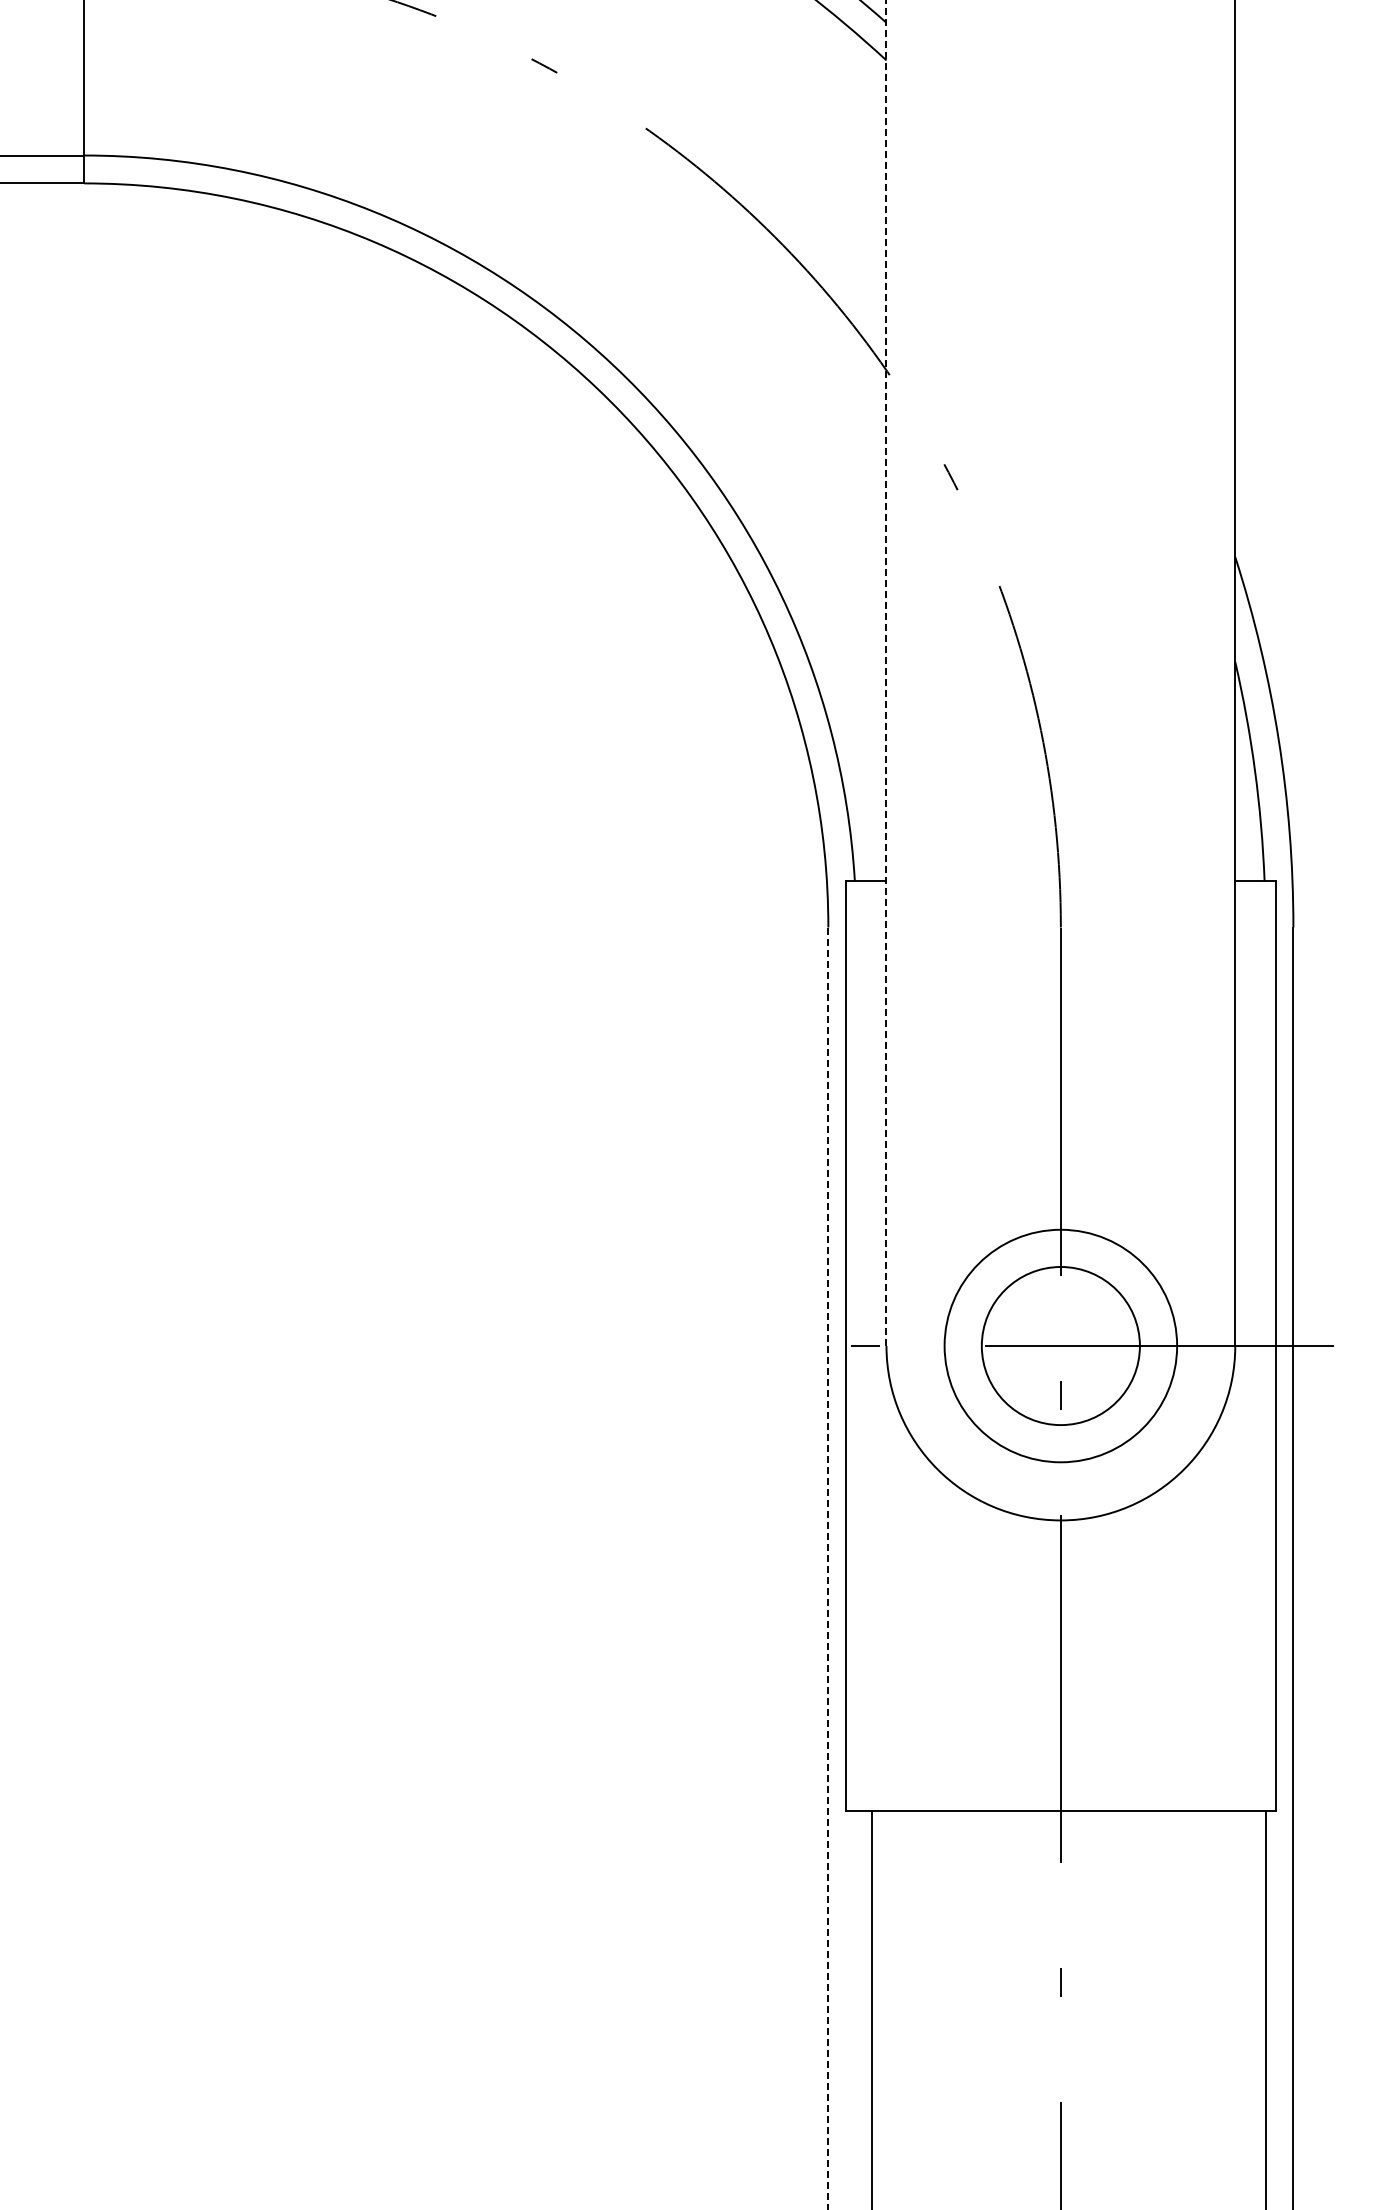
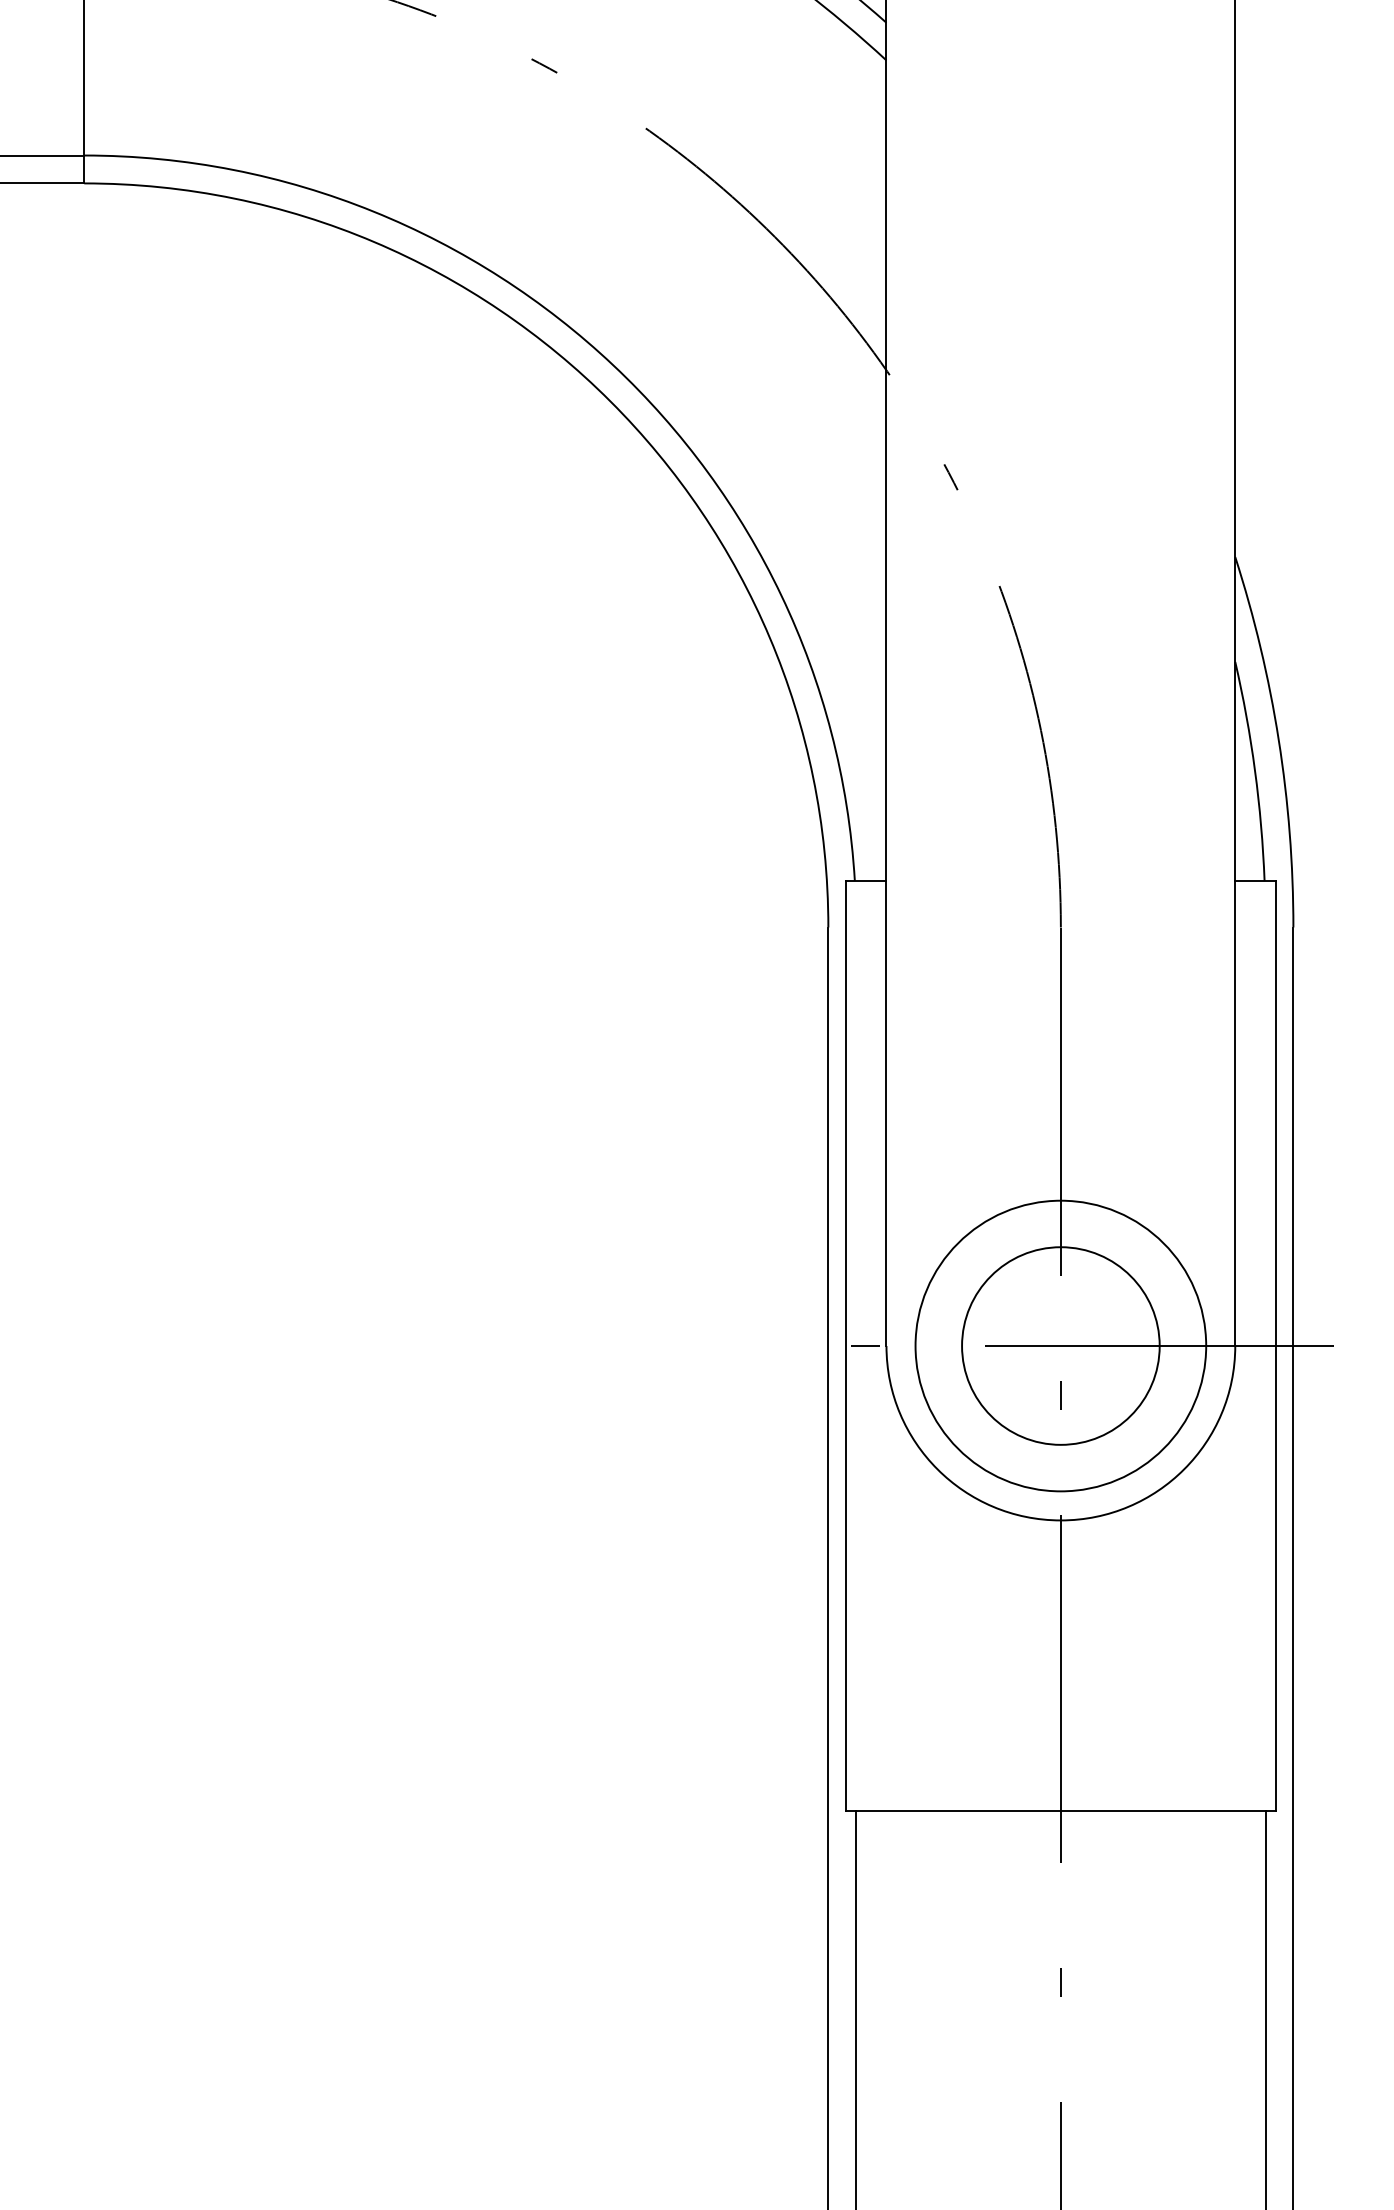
line at (886, 673): dashed -> solid
circle at (1060, 1345) diameter: 158 px -> 198 px
circle at (1060, 1345) diameter: 233 px -> 291 px
line at (828, 1568): dashed -> solid
line at (872, 2008) position: (872, 2008) -> (856, 2008)
